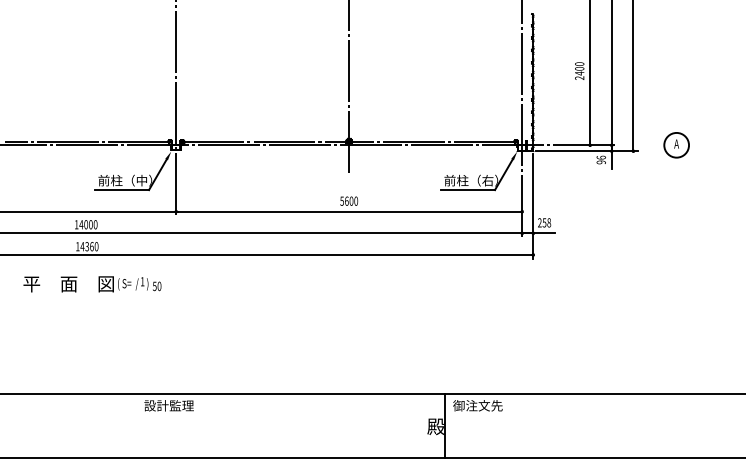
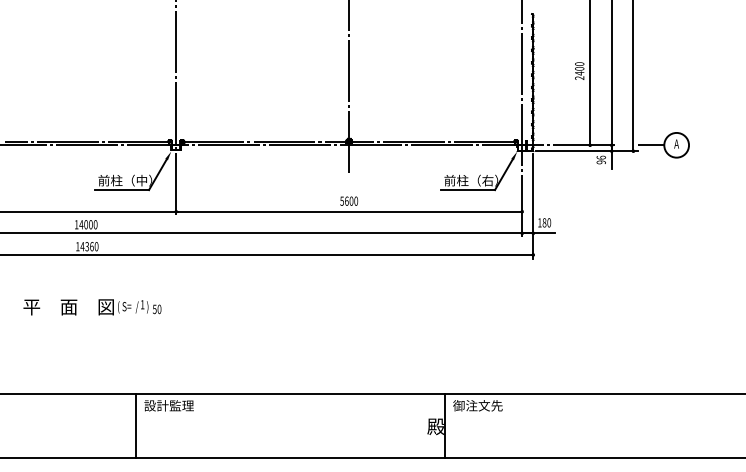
line at (651, 145): none -> present
text at (544, 222): 258 -> 180
text at (92, 284) position: (92, 284) -> (92, 307)
line at (136, 425): none -> present
